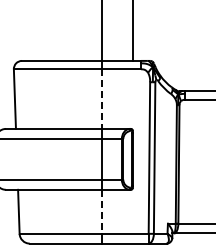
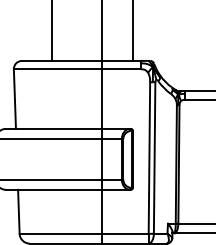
line at (51, 31): none -> present
line at (102, 99): dashed -> solid
line at (102, 211): dashed -> solid
